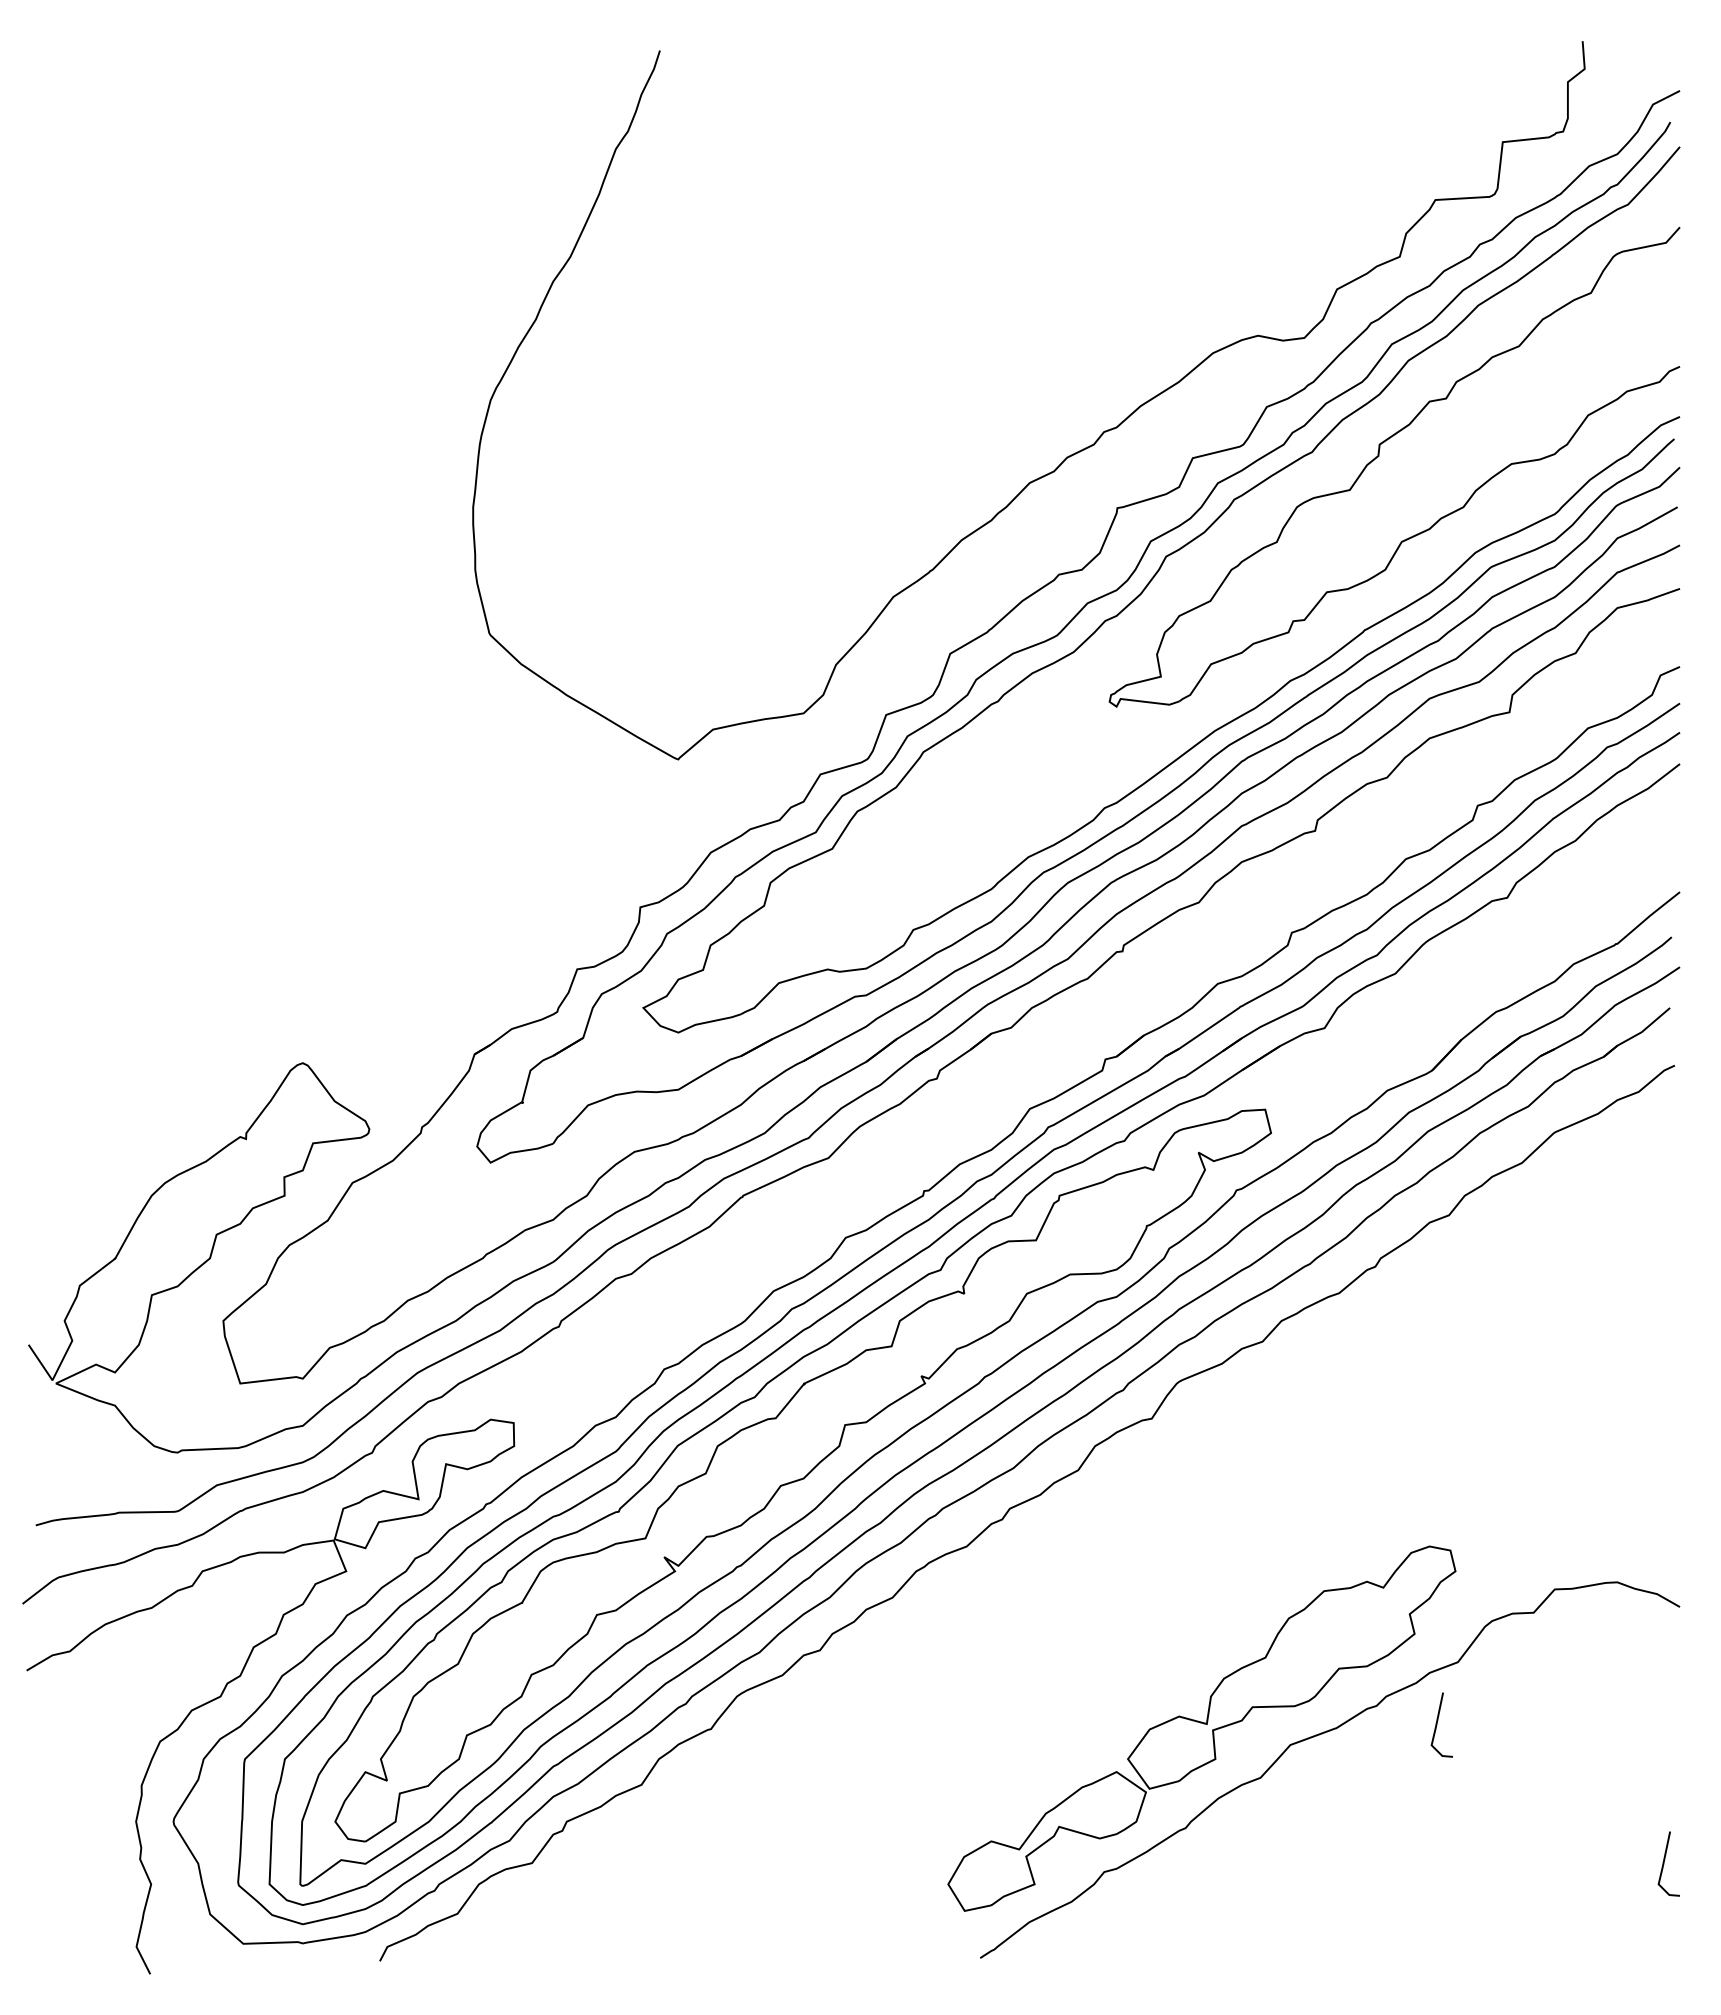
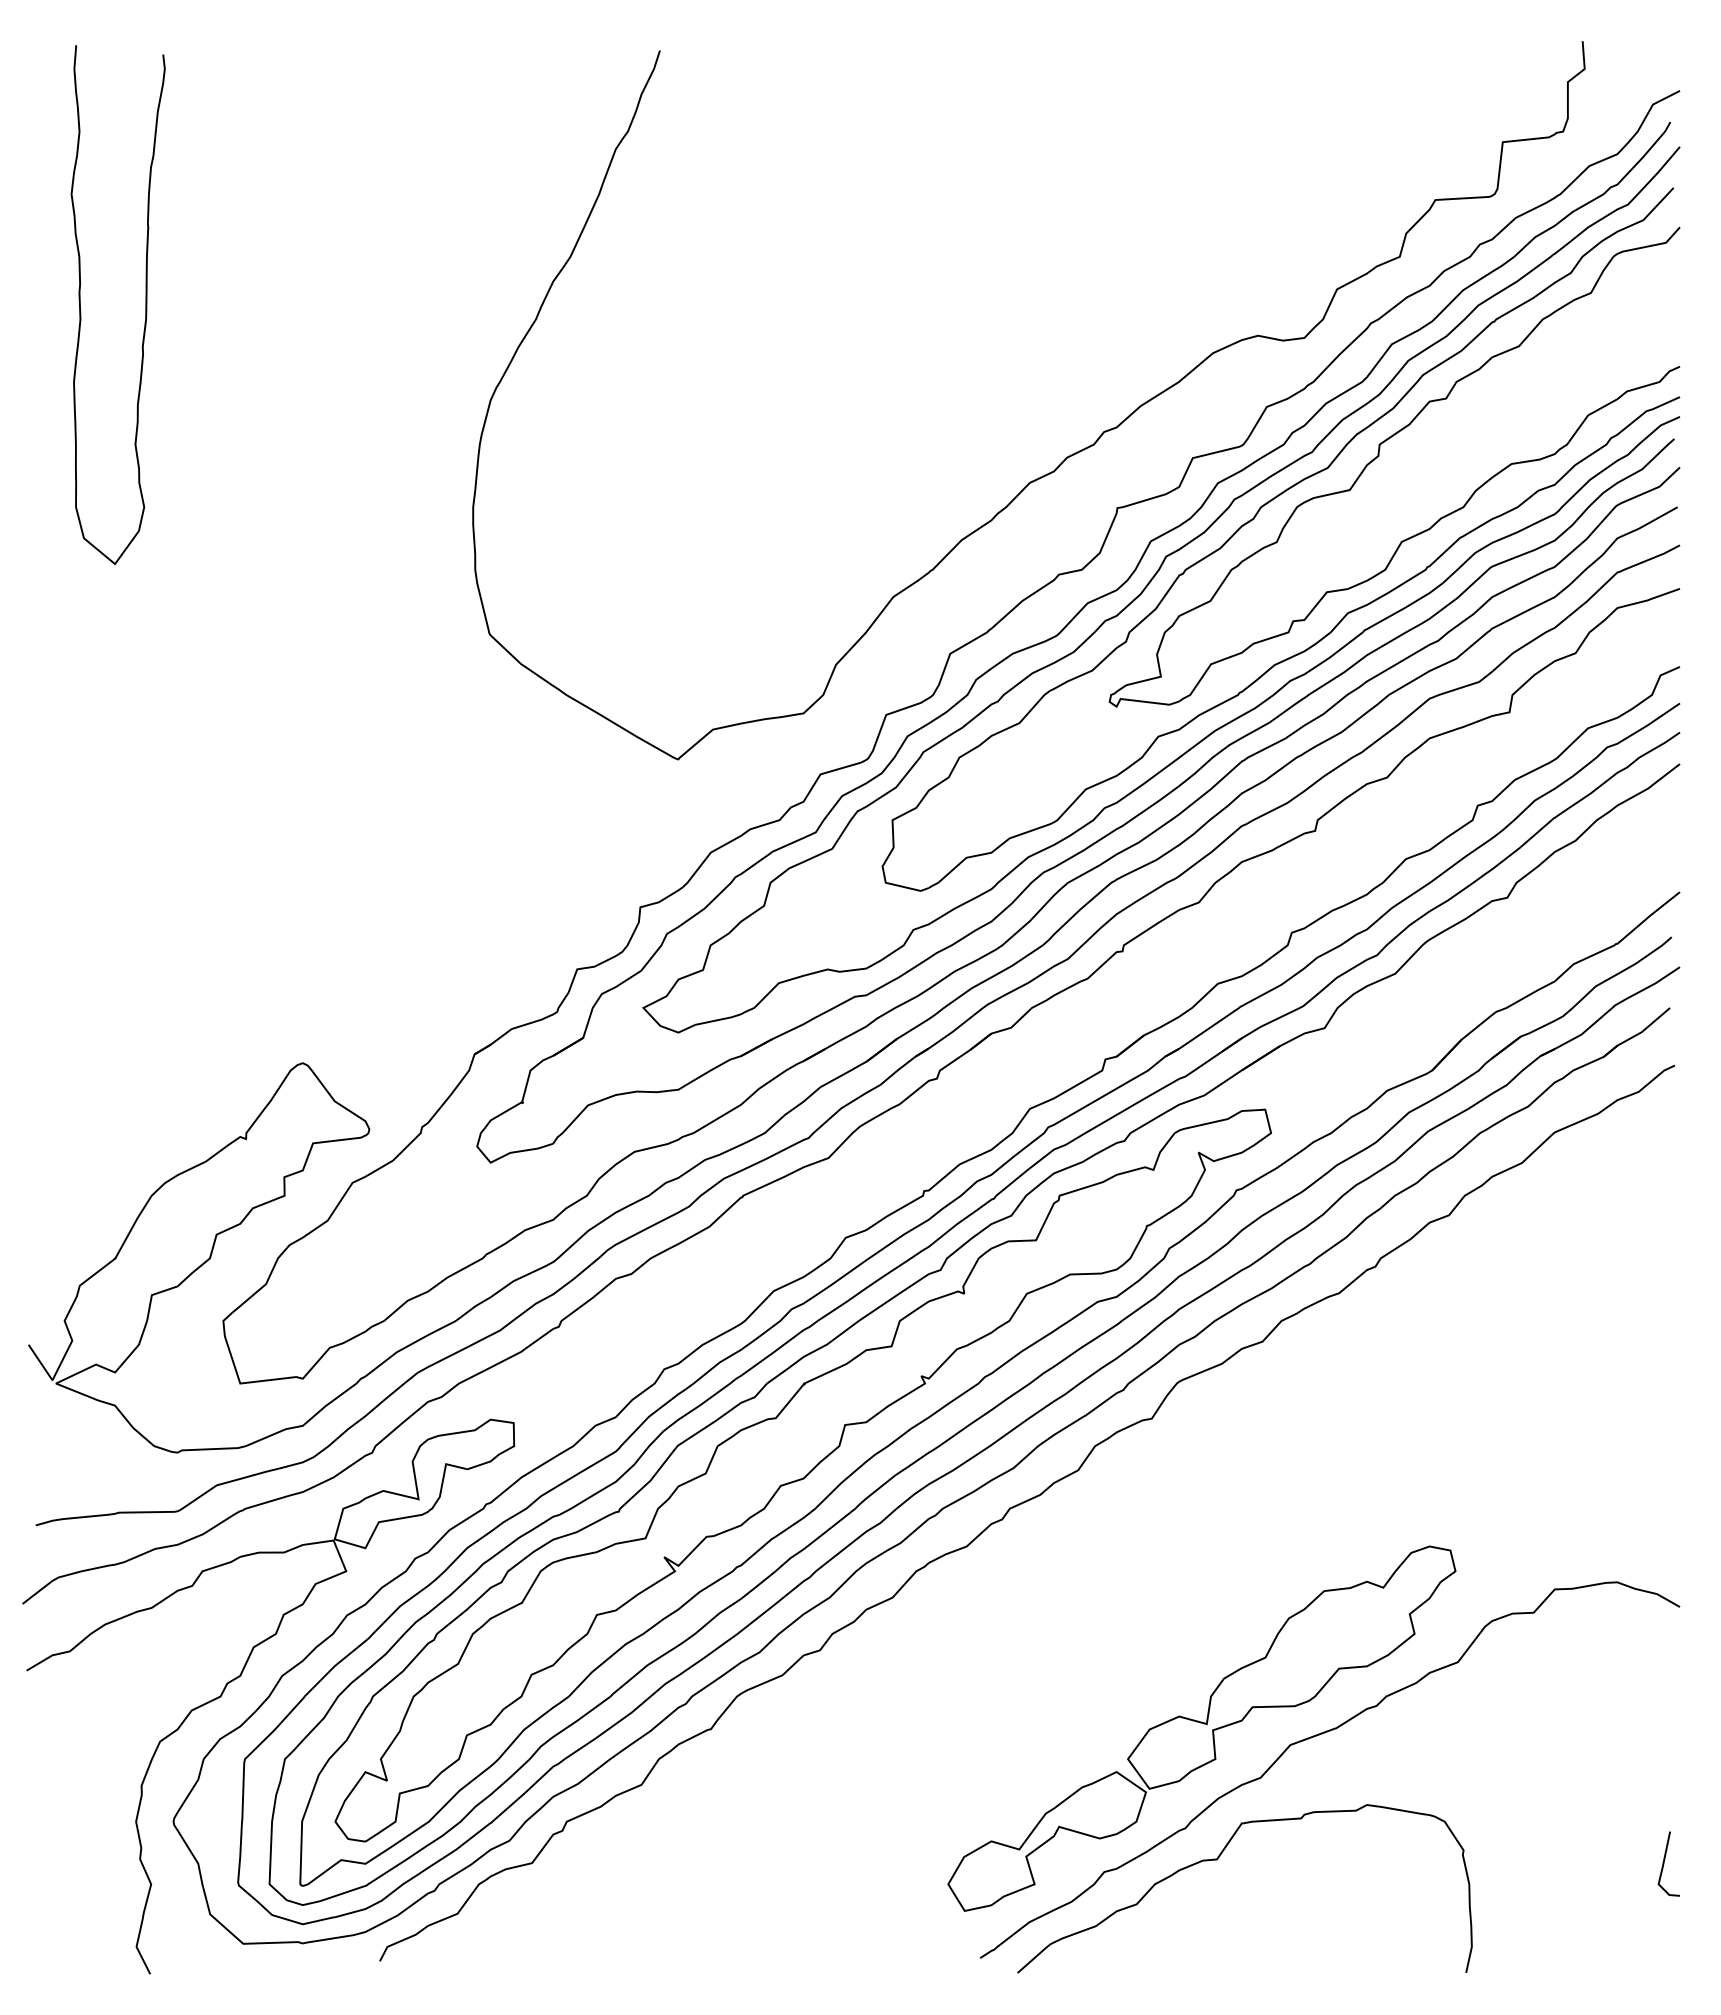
curve at (145, 305): none -> present
part at (1254, 519): none -> present
line at (1437, 1724): present -> none
curve at (1217, 1860): none -> present
